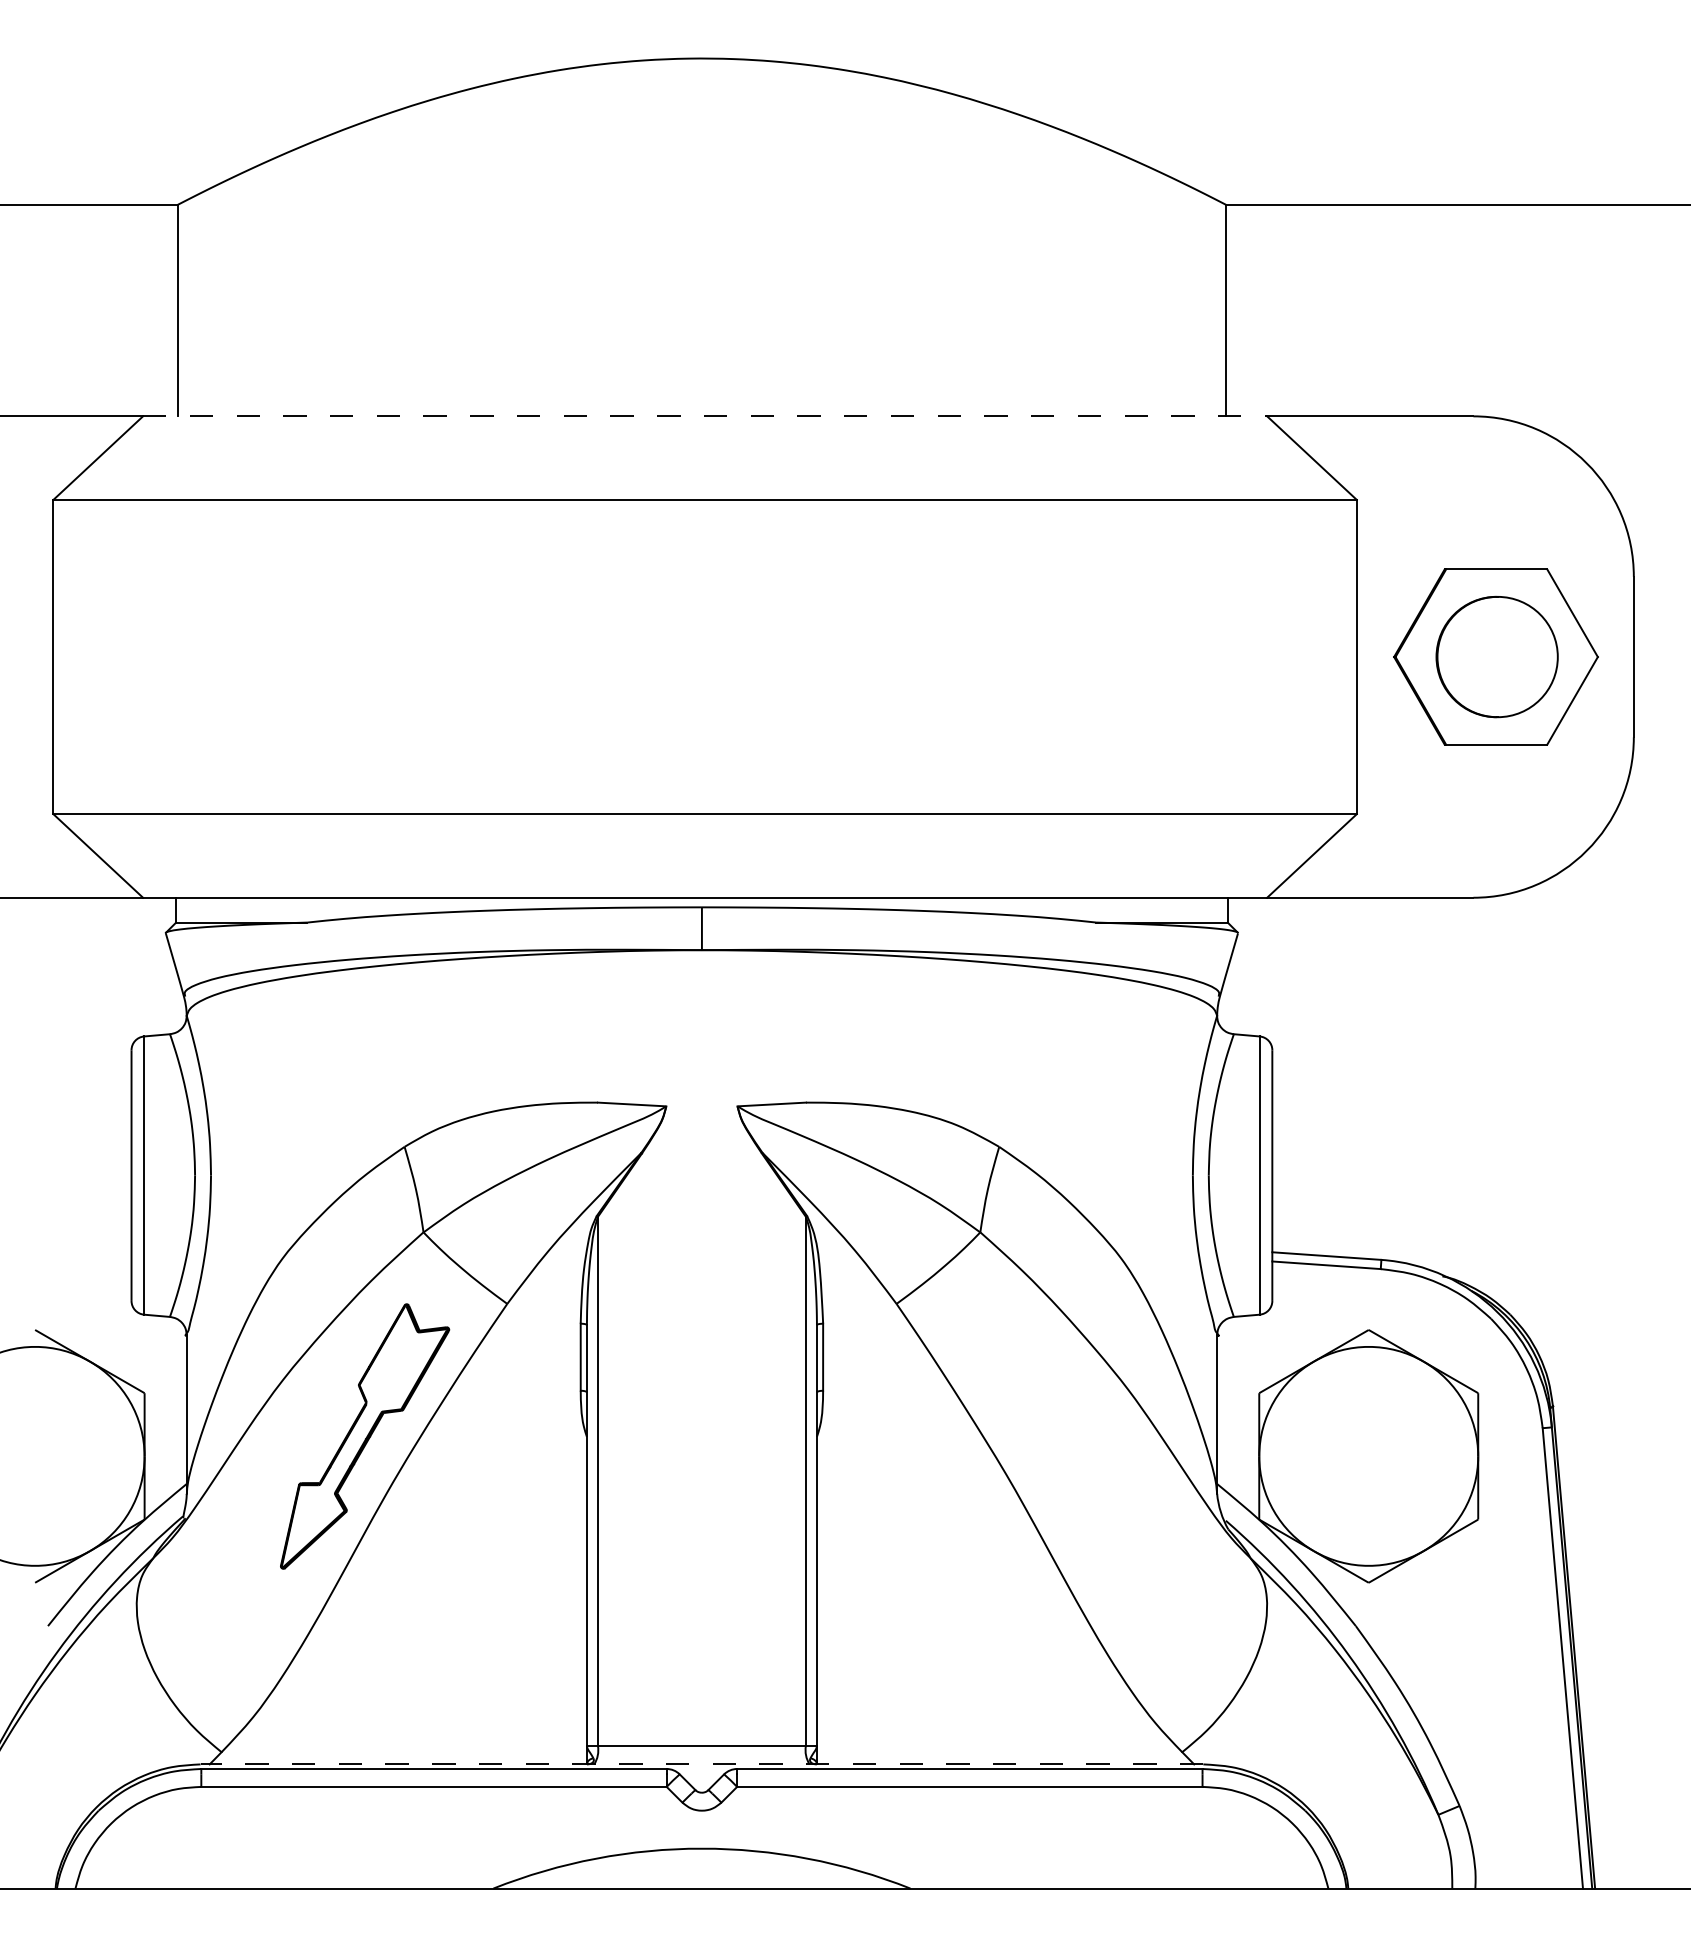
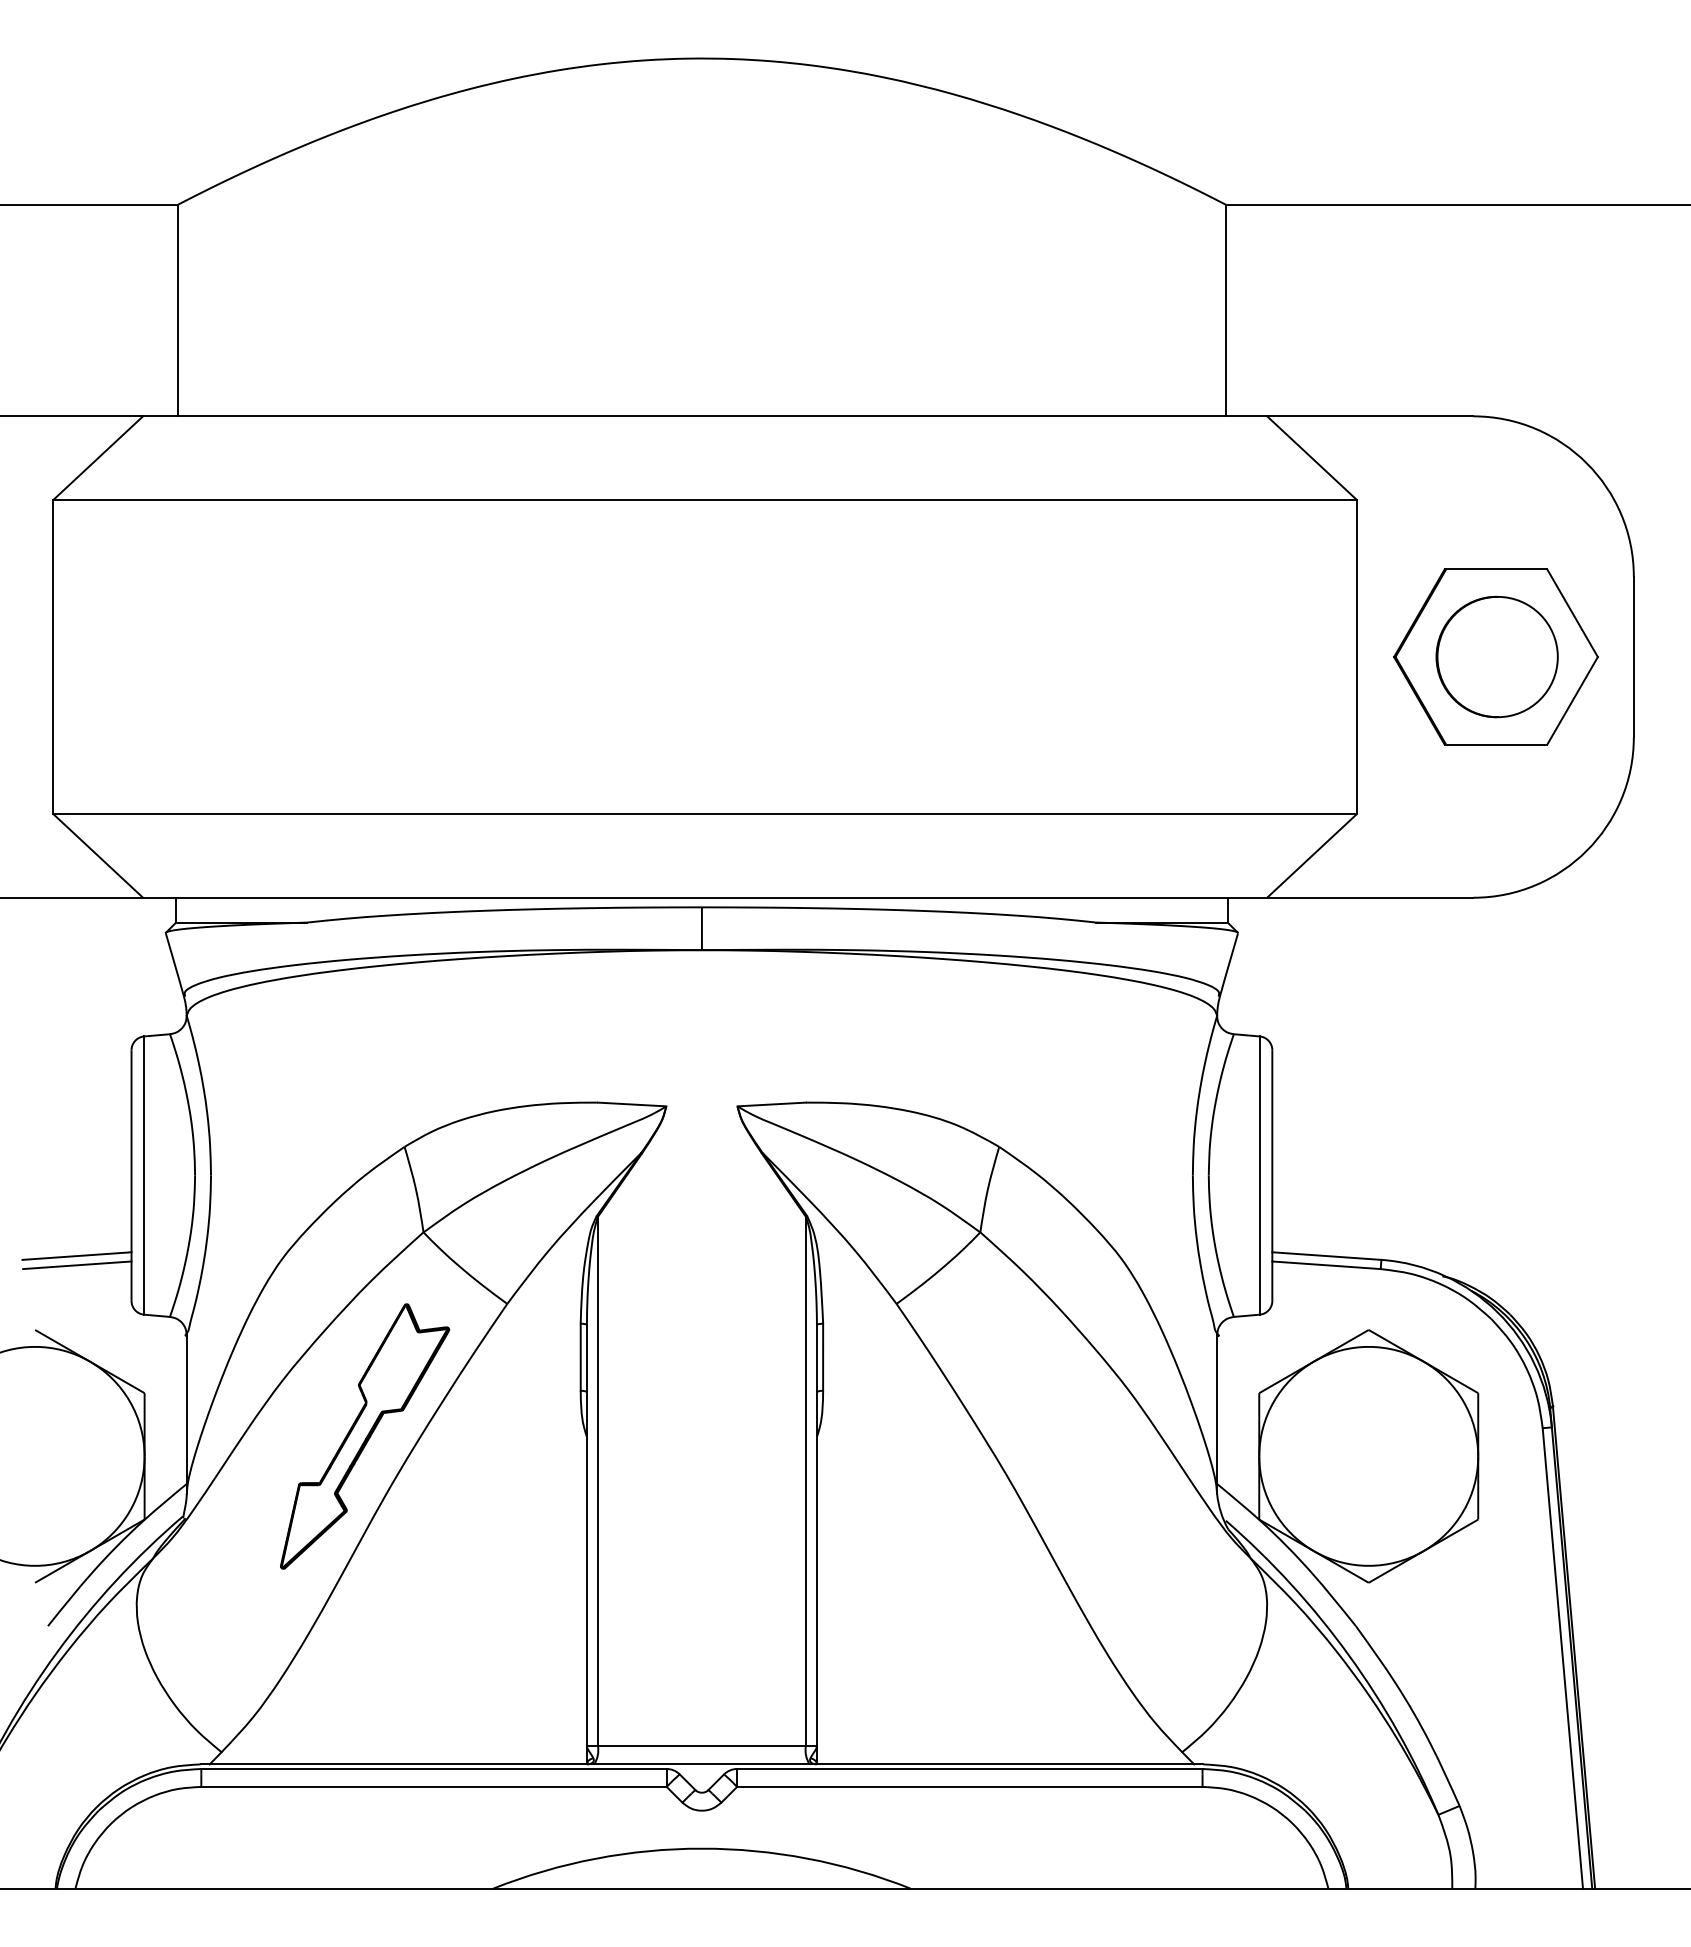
line at (705, 416): dashed -> solid
line at (76, 1255): none -> present
line at (77, 1265): none -> present
line at (701, 1764): dashed -> solid
